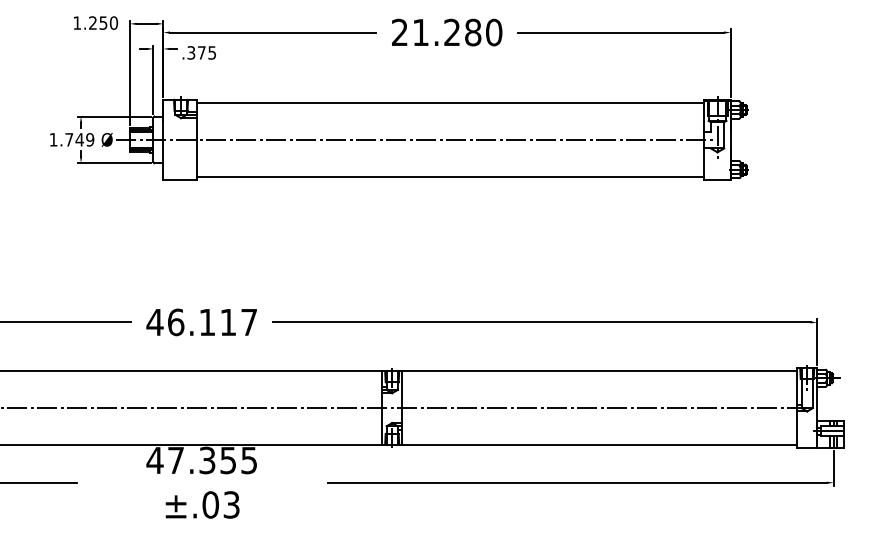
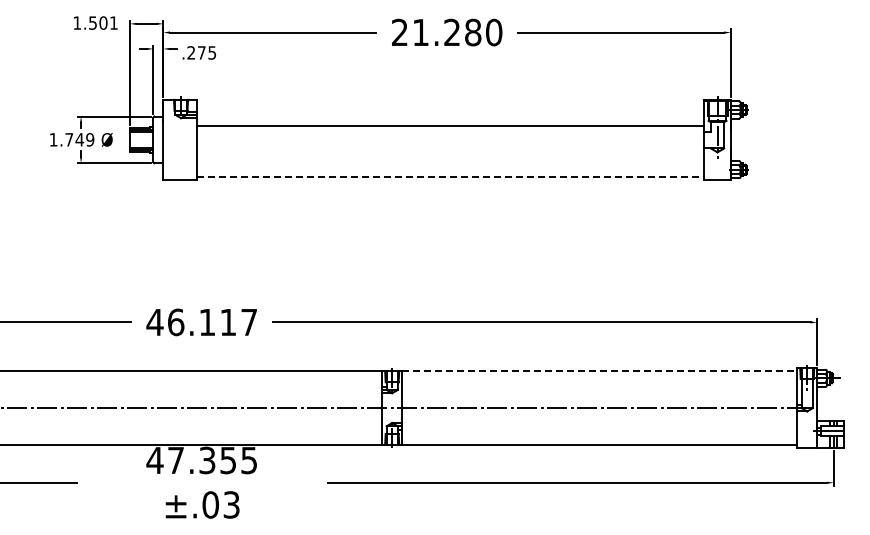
text at (103, 22): 1.250 -> 1.501
text at (191, 52): .375 -> .275
line at (450, 103) position: (450, 103) -> (450, 126)
line at (414, 139): present -> none
line at (450, 176): solid -> dashed
line at (599, 371): solid -> dashed
